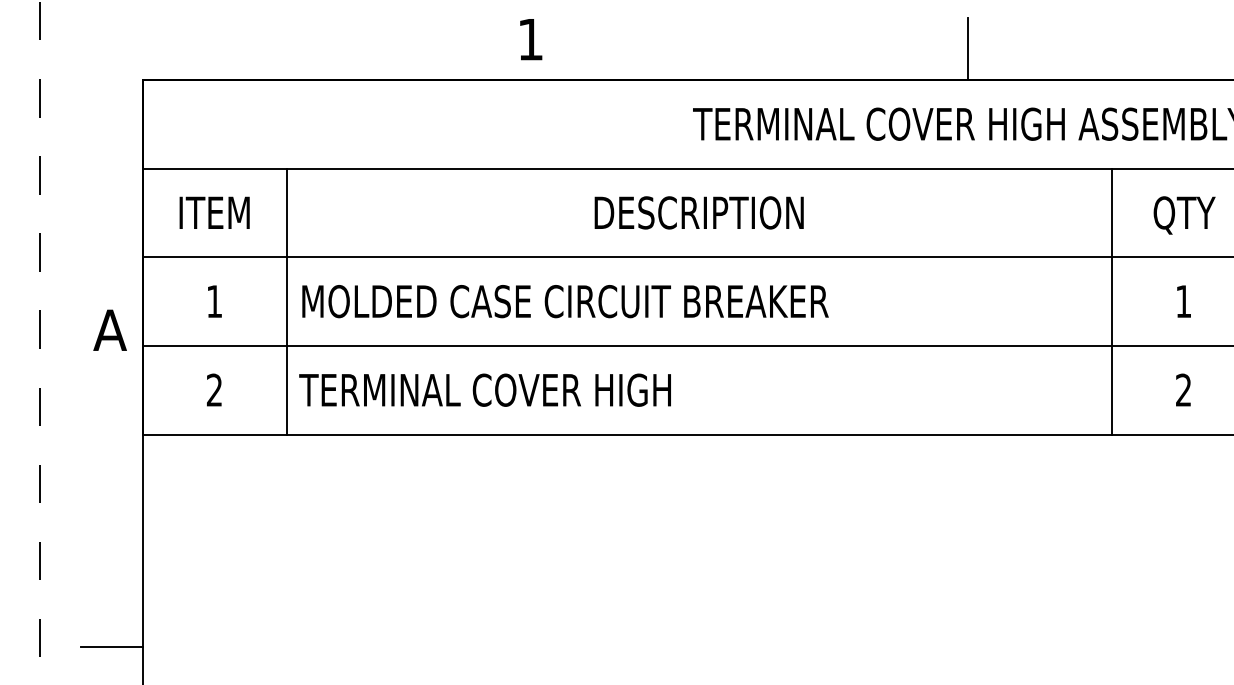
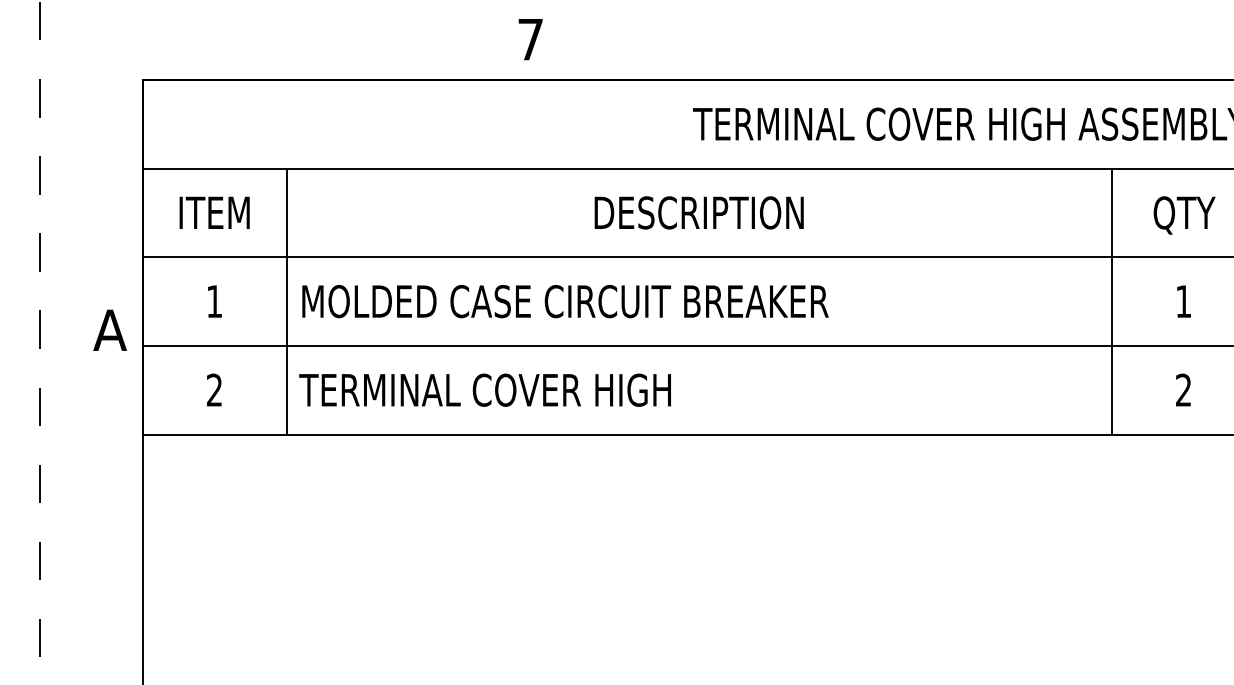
text at (530, 39): 1 -> 7
line at (967, 49): present -> none
line at (112, 647): present -> none
